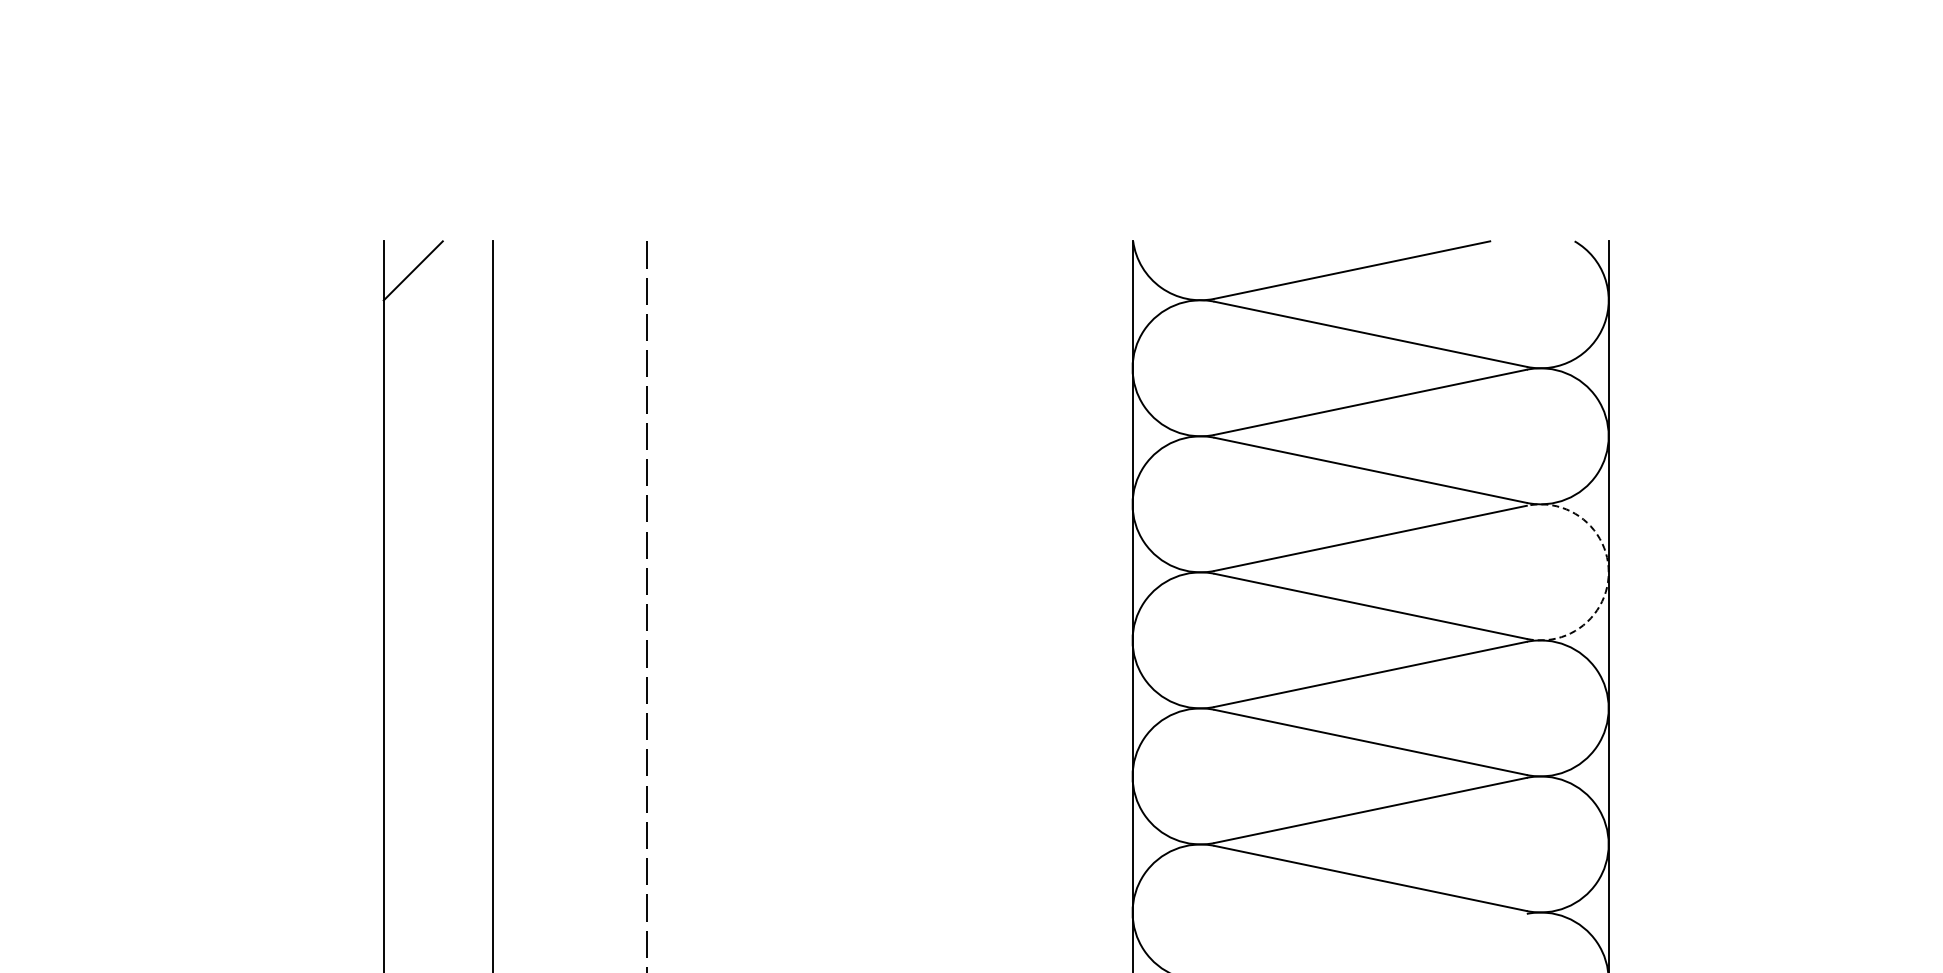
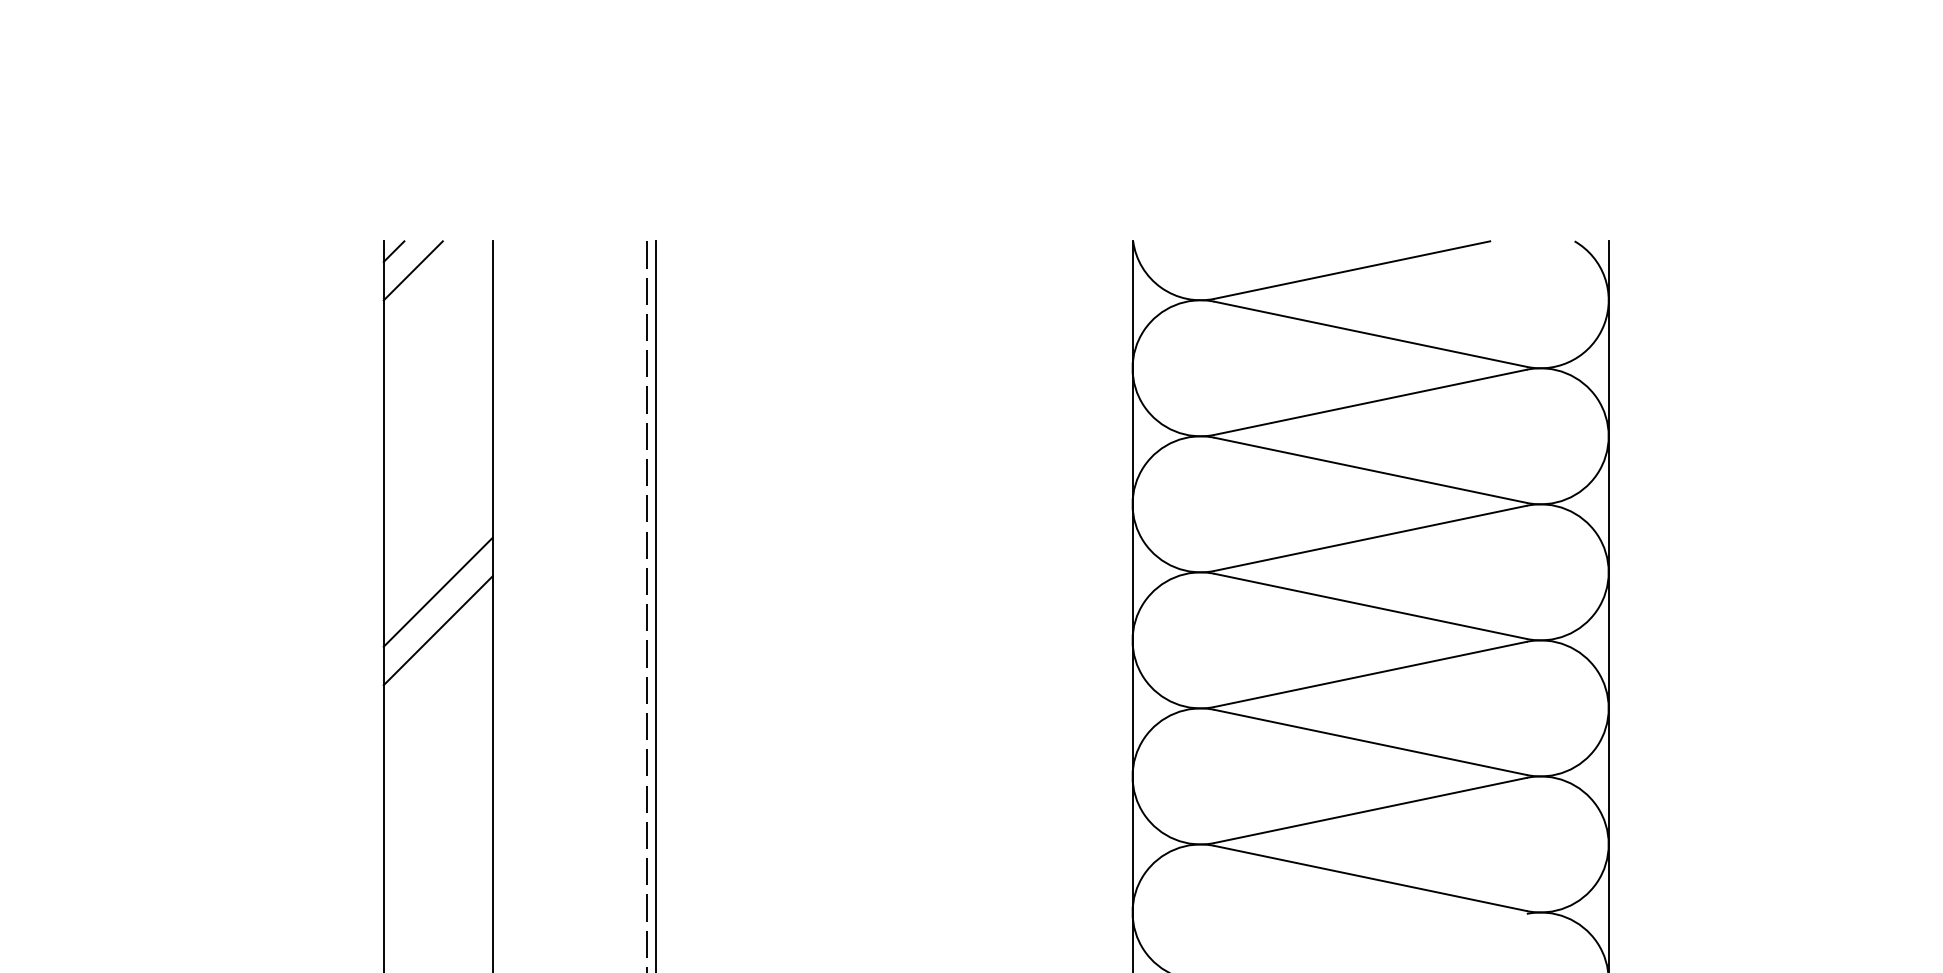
line at (393, 251): none -> present
arc at (1608, 572): dashed -> solid
line at (437, 591): none -> present
line at (656, 605): none -> present
line at (437, 630): none -> present
